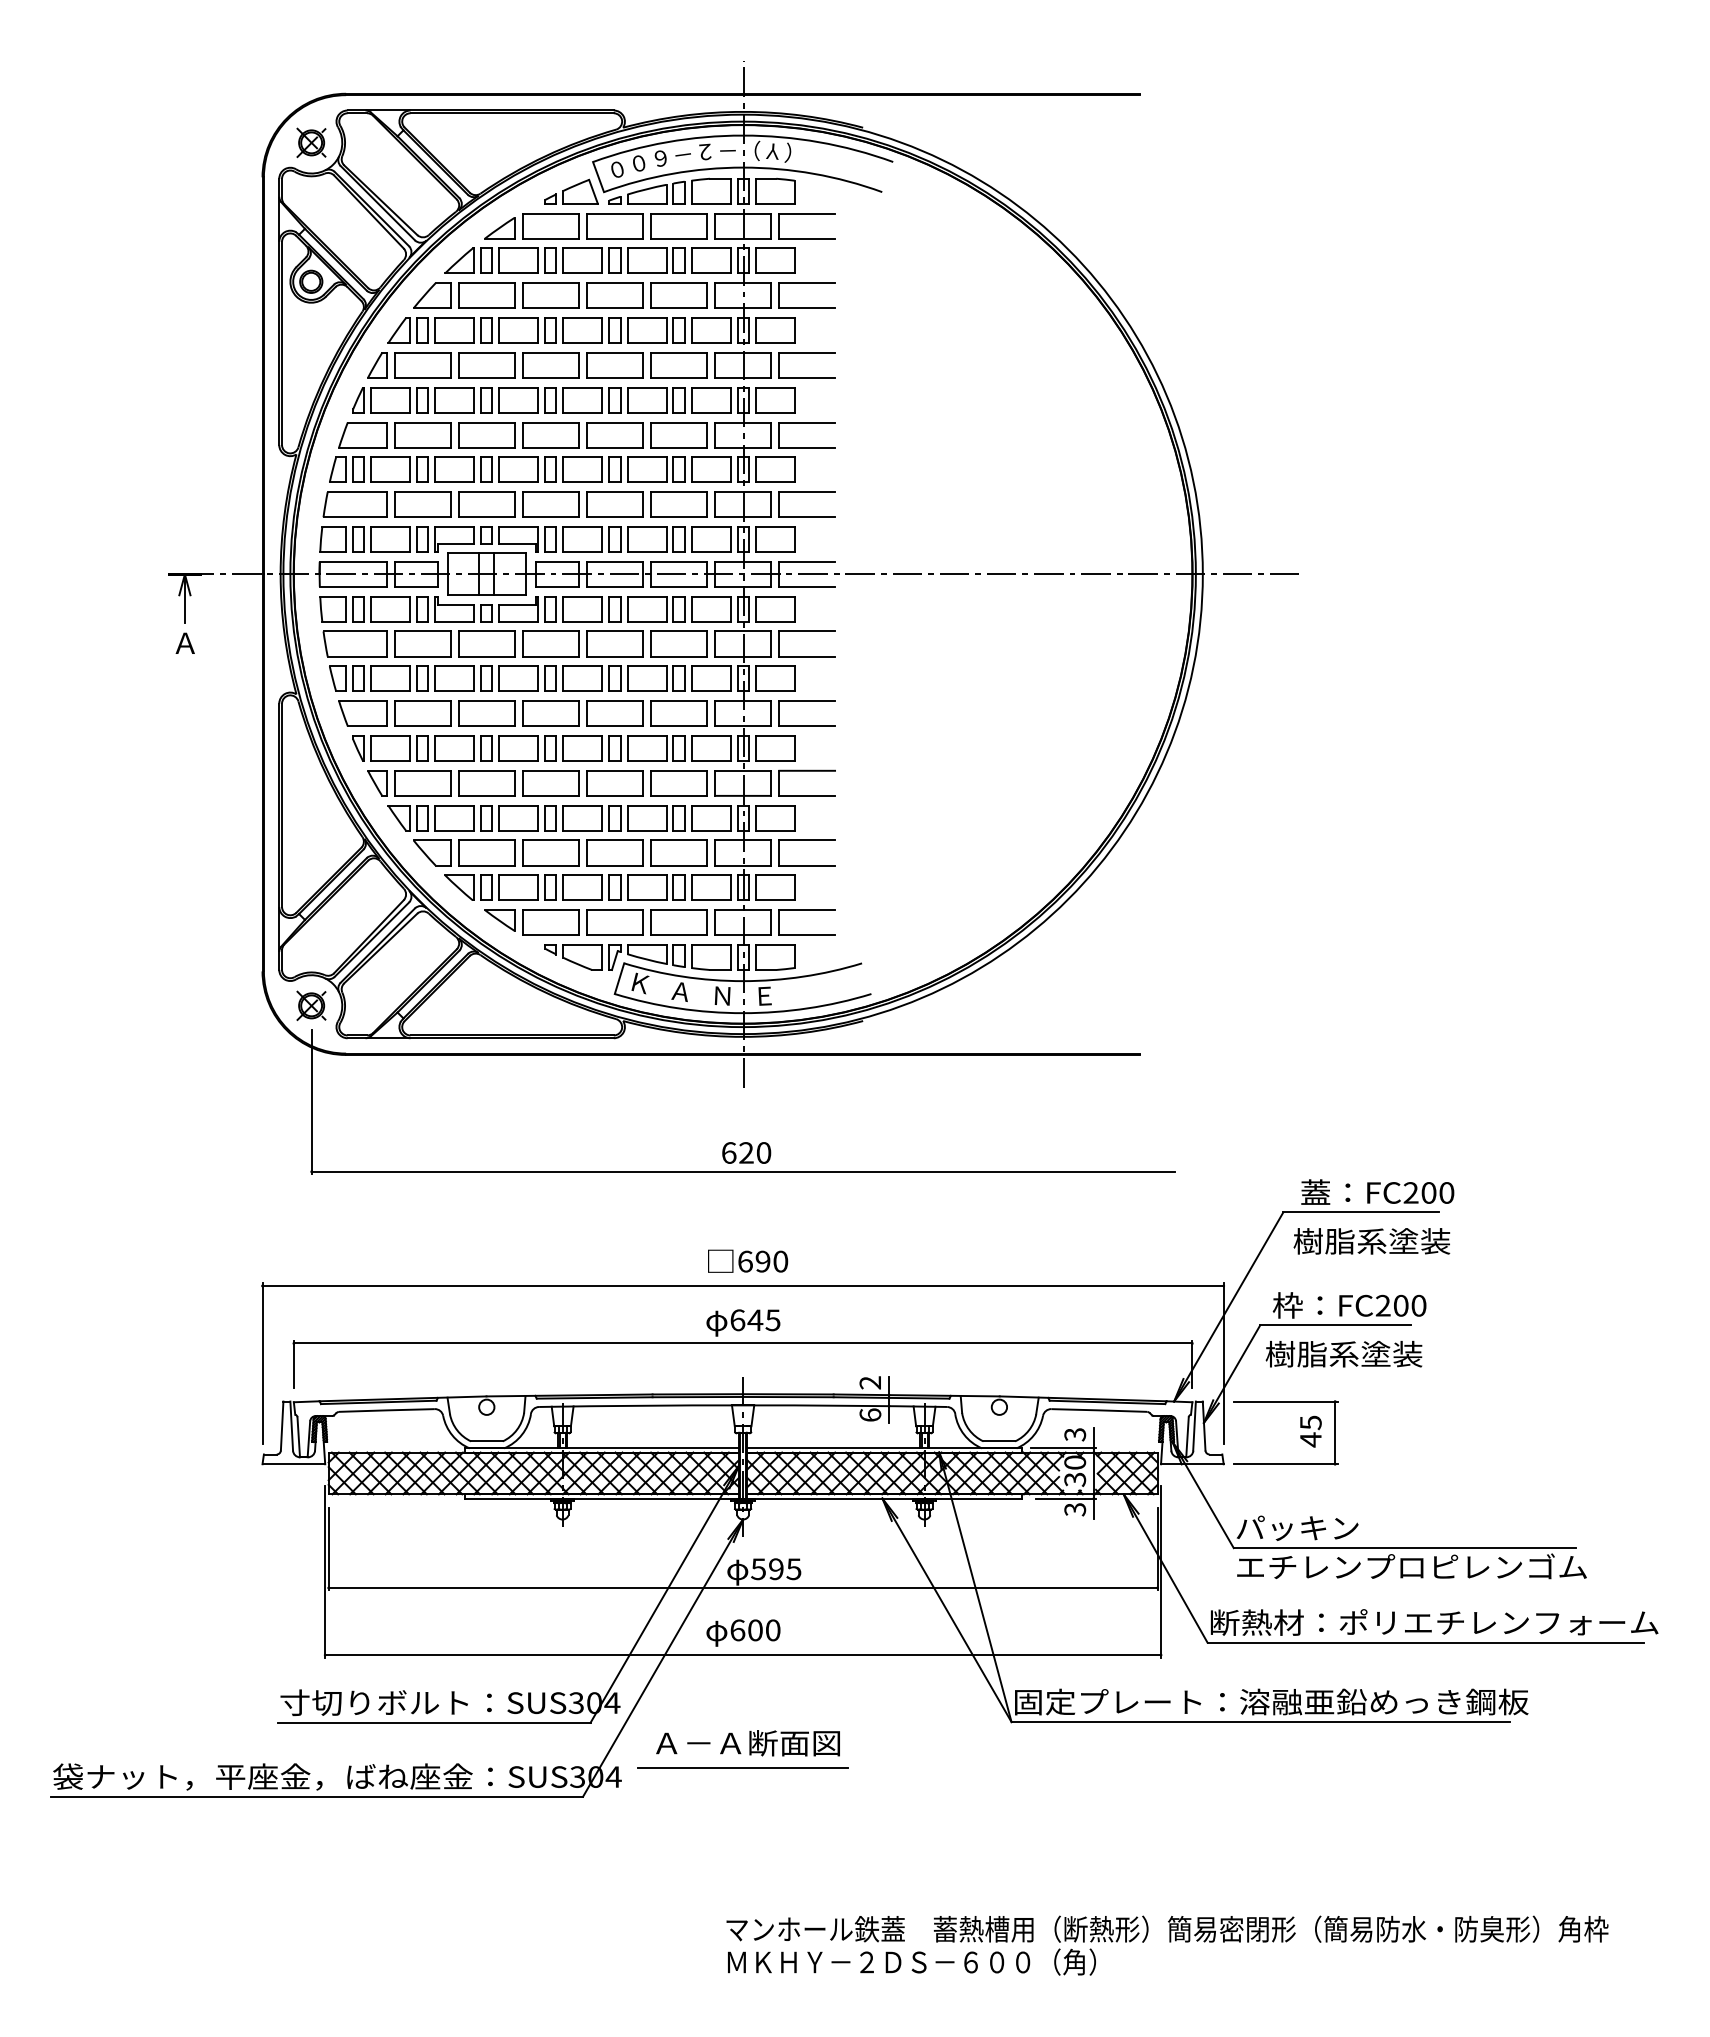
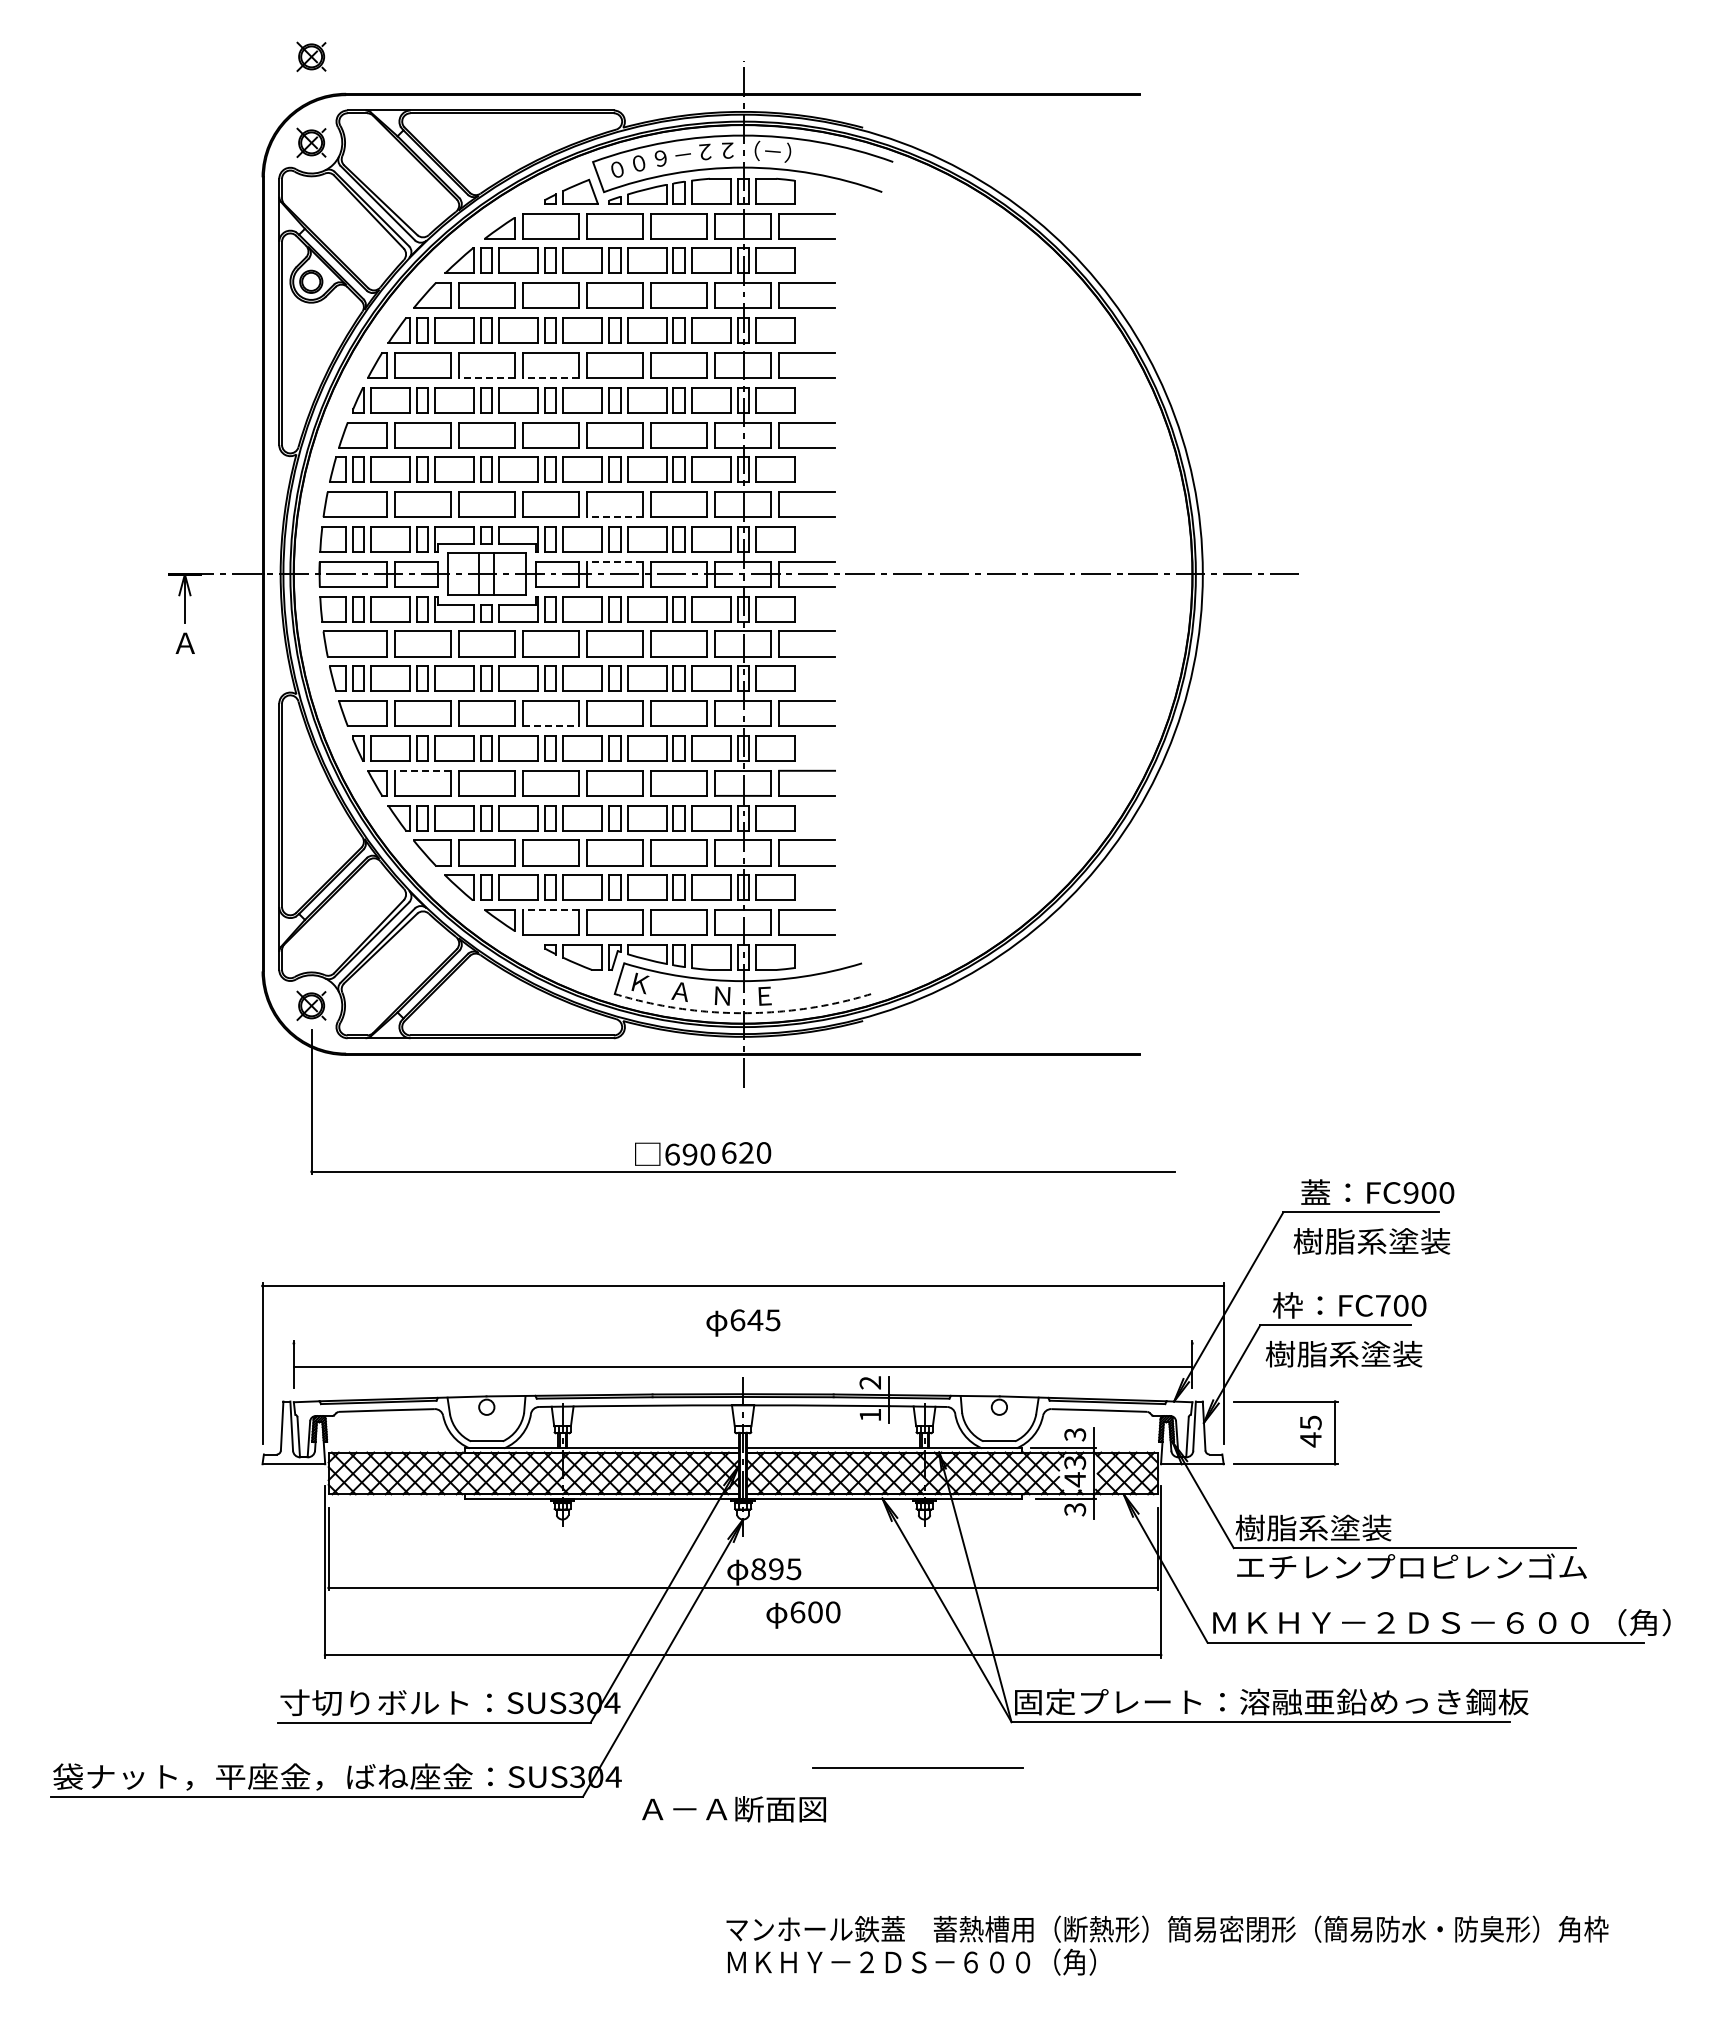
part at (311, 56): none -> present
text at (727, 150): － -> ２
text at (772, 151): Ｙ -> －
line at (486, 377): solid -> dashed
line at (550, 377): solid -> dashed
line at (614, 517): solid -> dashed
line at (614, 561): solid -> dashed
line at (550, 726): solid -> dashed
line at (422, 770): solid -> dashed
line at (550, 910): solid -> dashed
arc at (743, 1013): solid -> dashed
text at (1410, 1192): FC200 -> FC900
text at (748, 1260) position: (748, 1260) -> (675, 1153)
text at (1382, 1305): FC200 -> FC700
line at (742, 1343) position: (742, 1343) -> (742, 1367)
text at (870, 1414): 6 -> 1
text at (1075, 1471): 30 -> 43
text at (1313, 1527): パッキン -> 樹脂系塗装
text at (758, 1569): 595 -> 895
text at (1440, 1622): 断熱材：ポリエチレンフォーム -> ＭＫＨＹ－２ＤＳ－６００（角）
text at (743, 1632) position: (743, 1632) -> (803, 1614)
text at (747, 1743) position: (747, 1743) -> (733, 1809)
line at (742, 1767) position: (742, 1767) -> (917, 1767)
